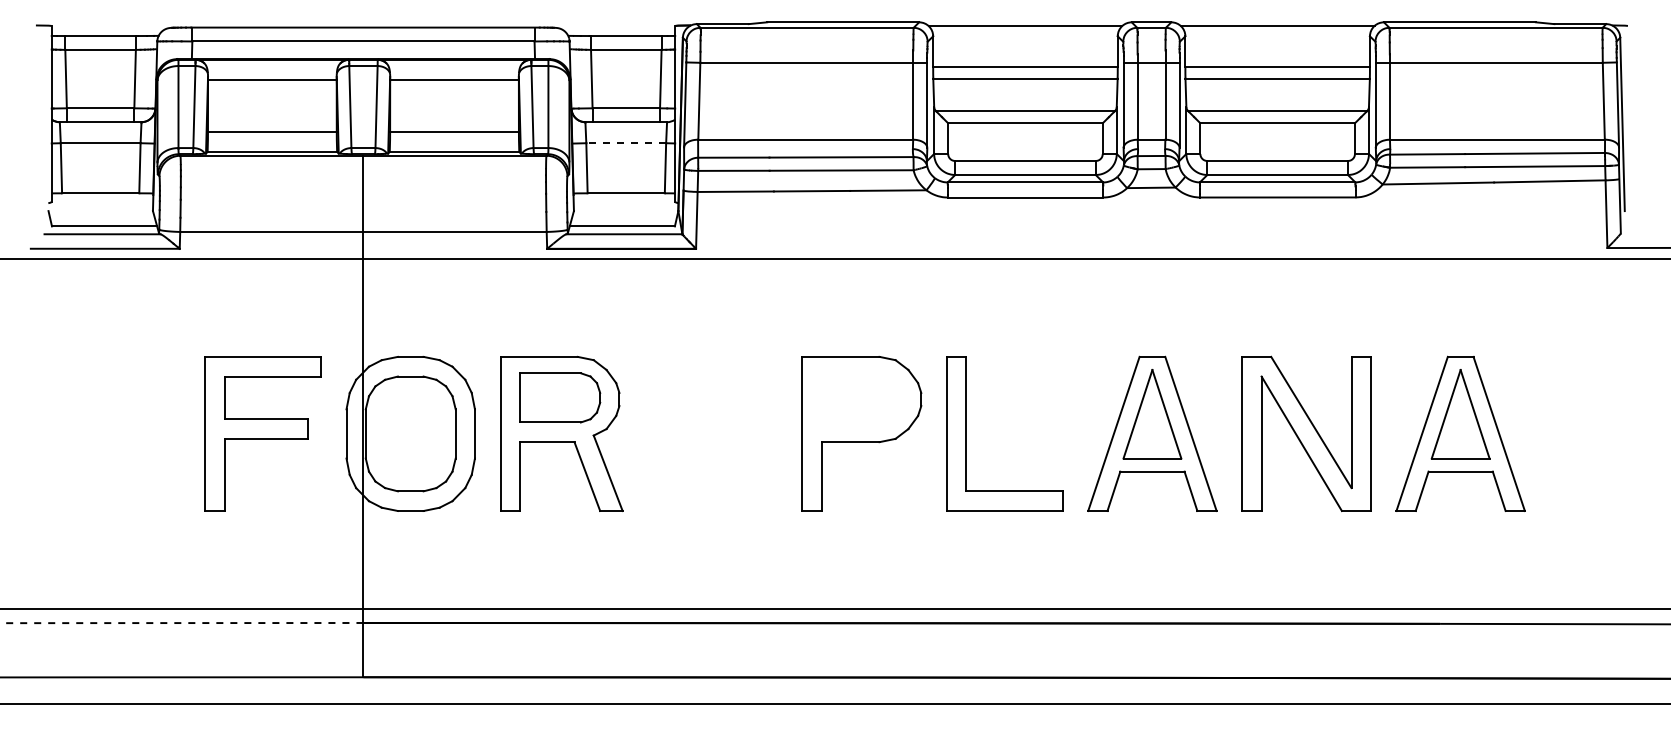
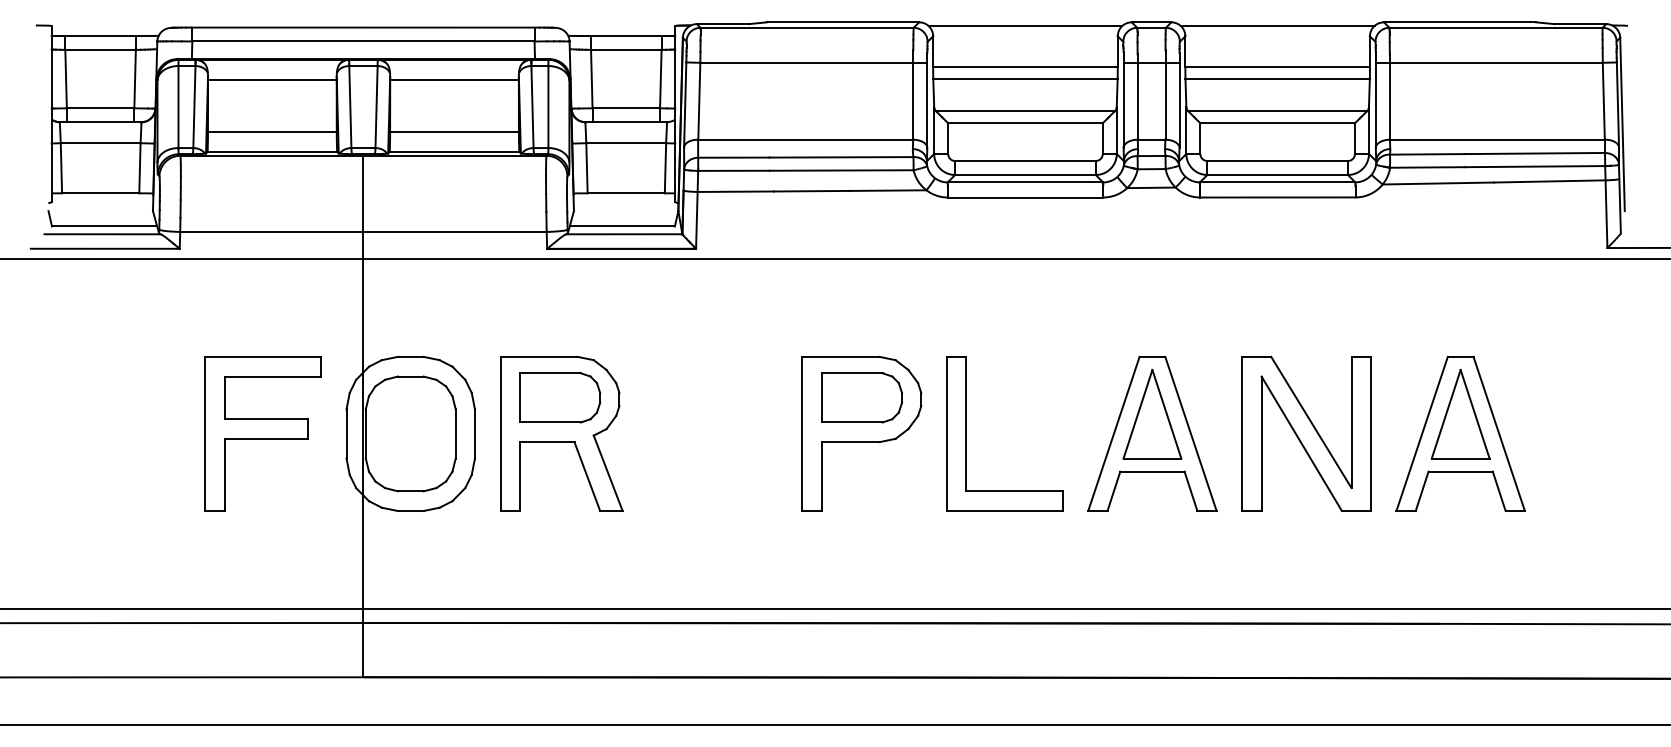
line at (626, 143): dashed -> solid
part at (861, 397): none -> present
line at (180, 623): dashed -> solid
line at (834, 703) position: (834, 703) -> (834, 724)
